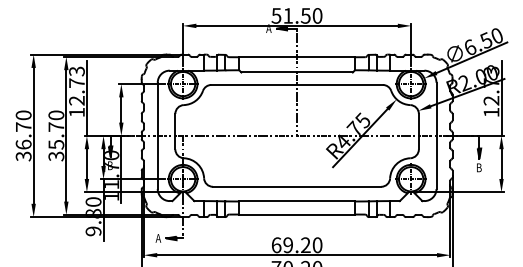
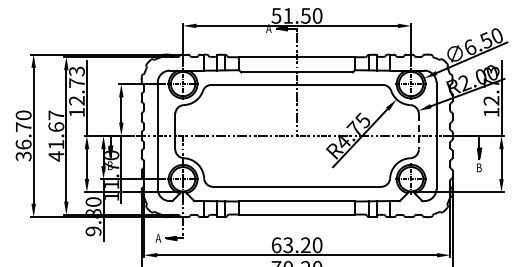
line at (418, 131): solid -> dashed
text at (56, 135): 35.70 -> 41.67
text at (287, 245): 69.20 -> 63.20
